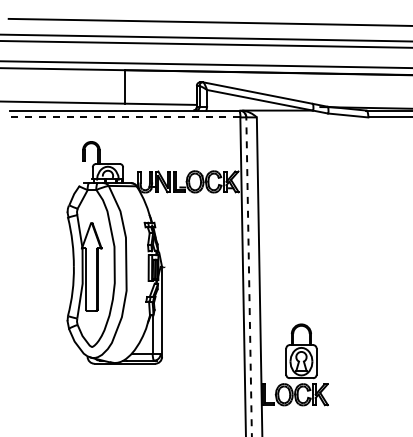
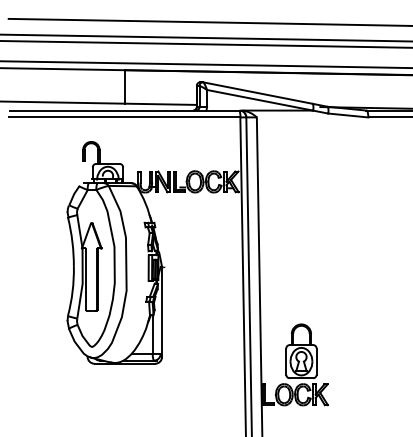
line at (124, 117): dashed -> solid
line at (249, 276): dashed -> solid
